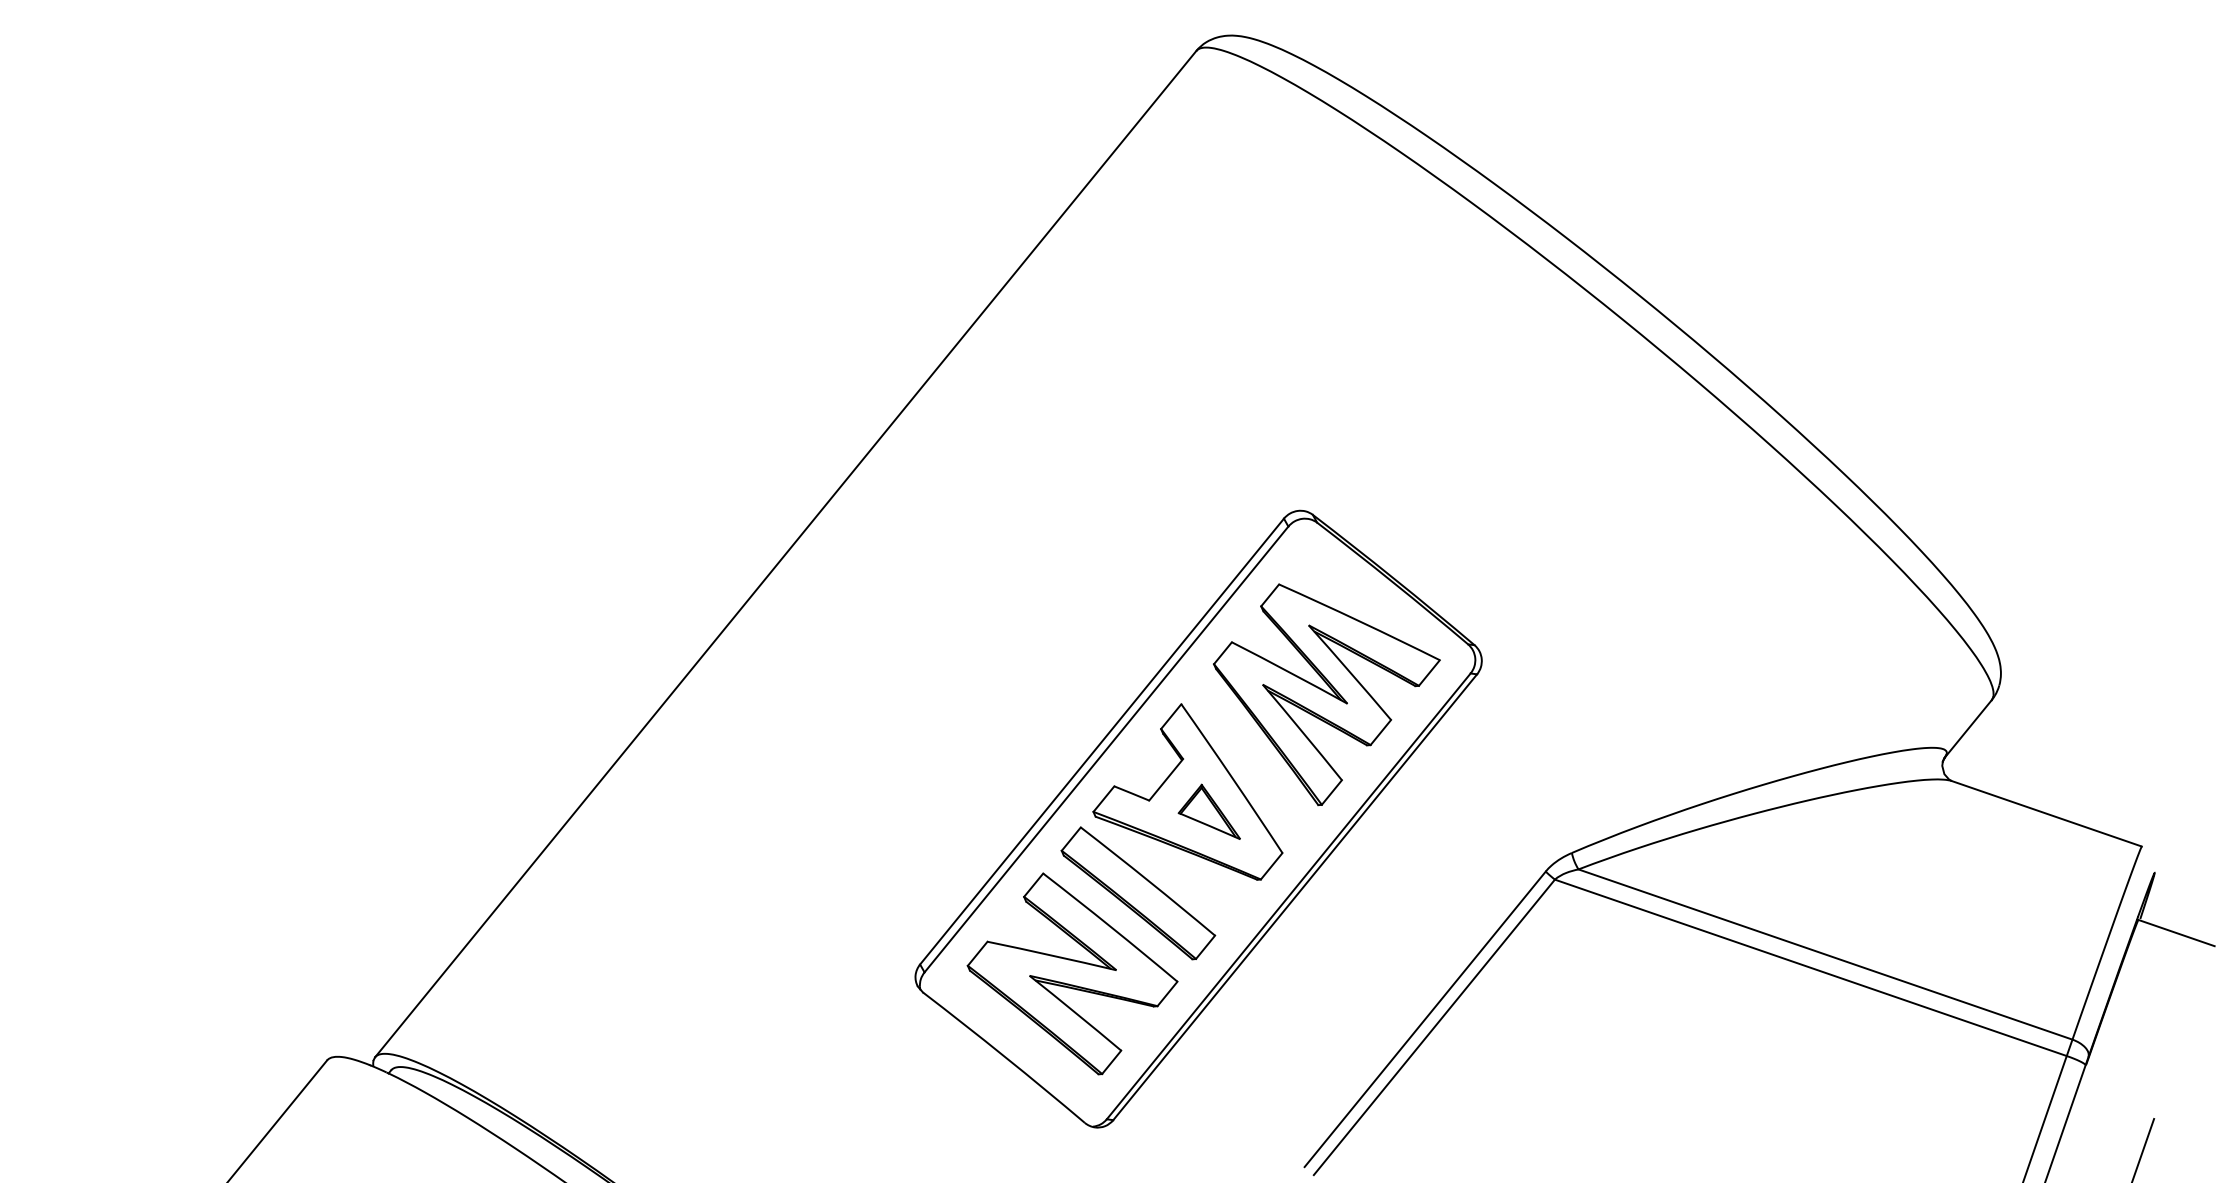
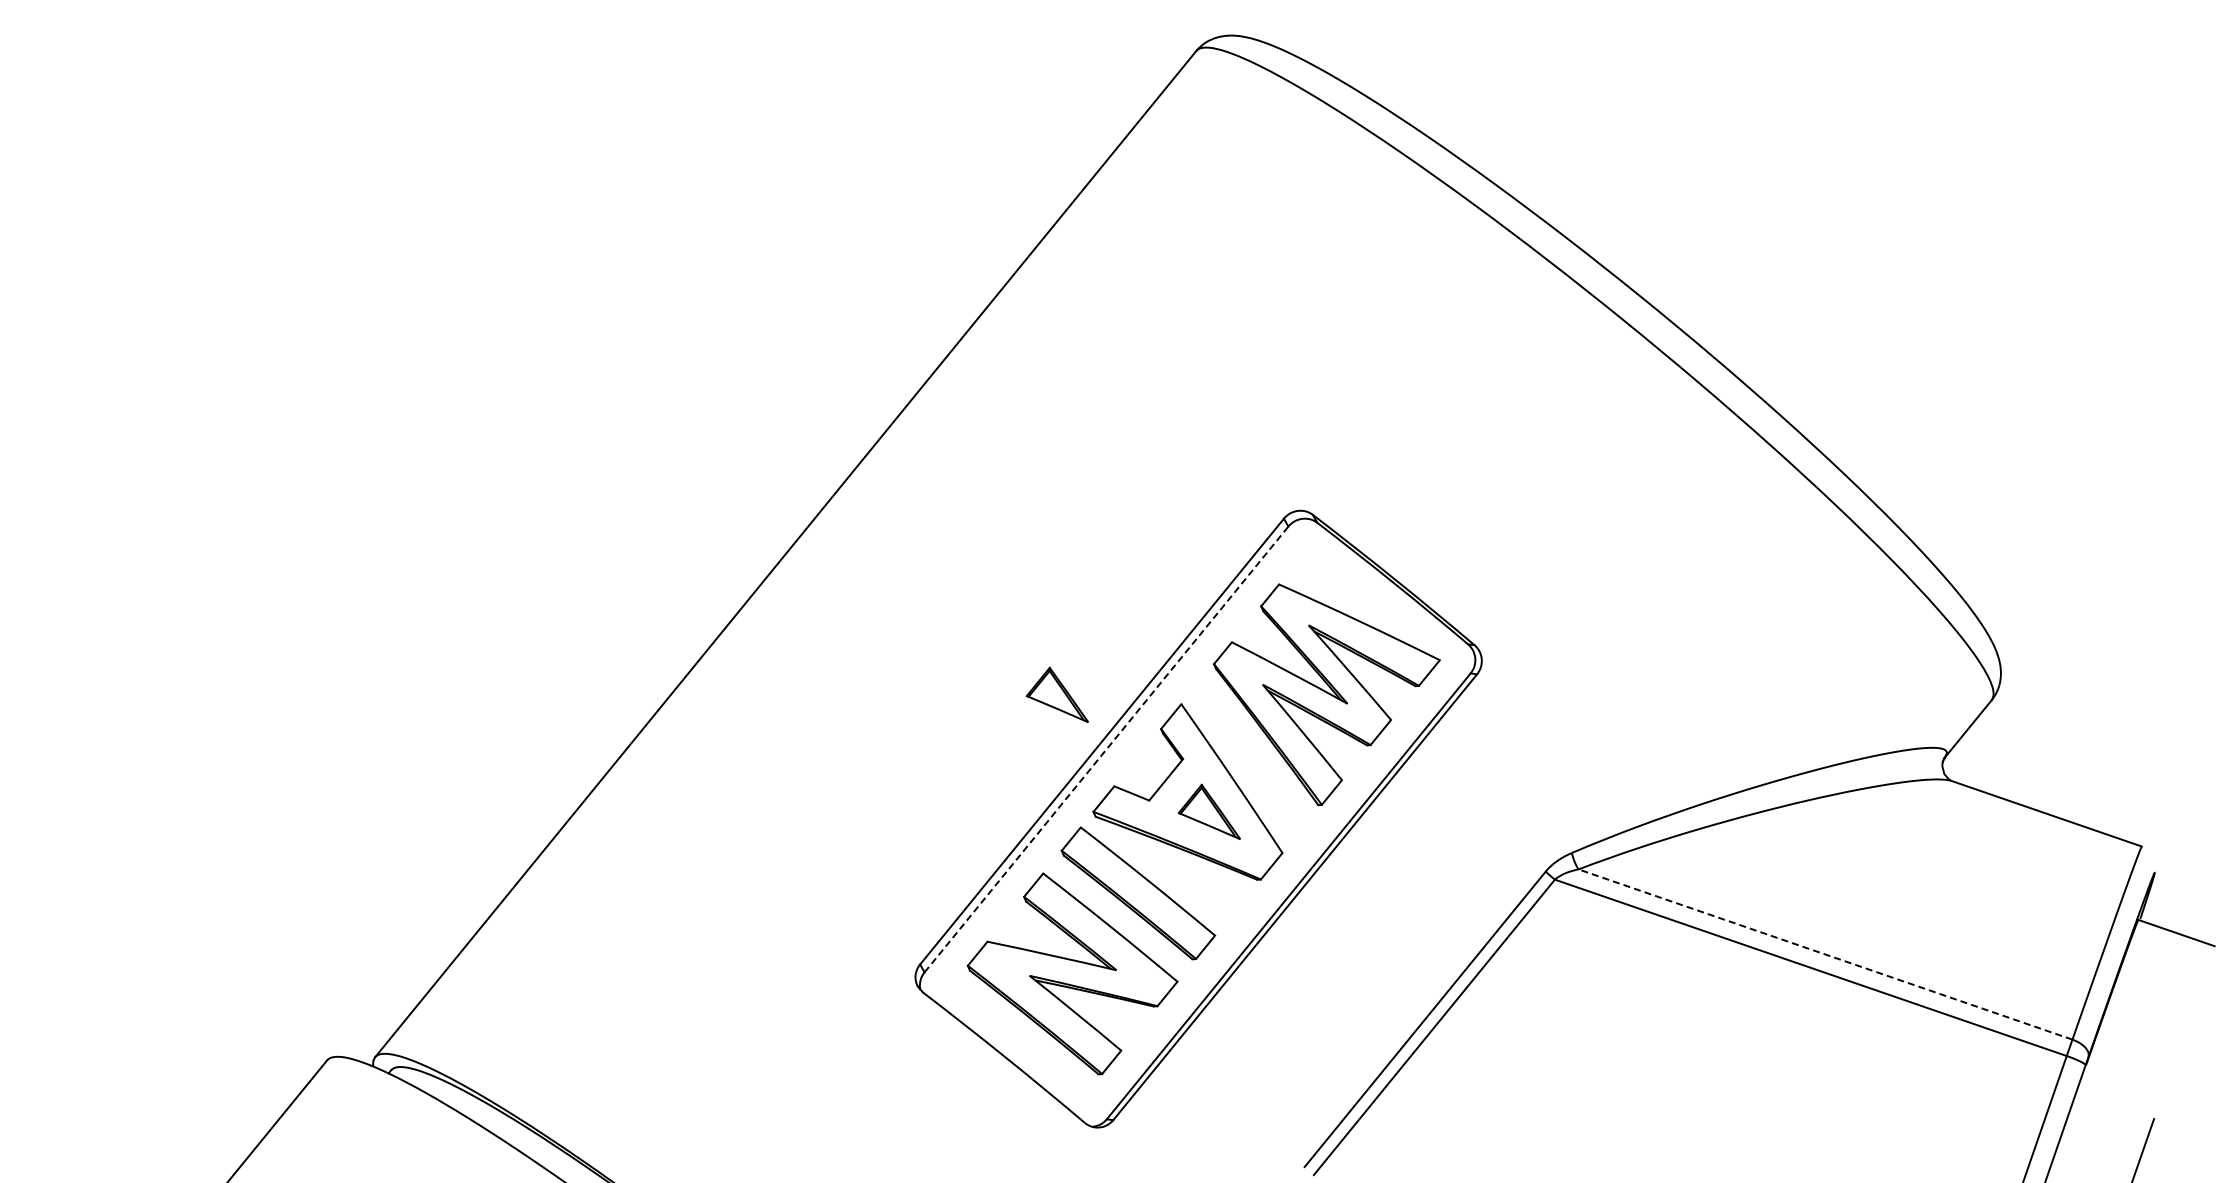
part at (1056, 694): none -> present
line at (1106, 749): solid -> dashed
line at (1825, 954): solid -> dashed
